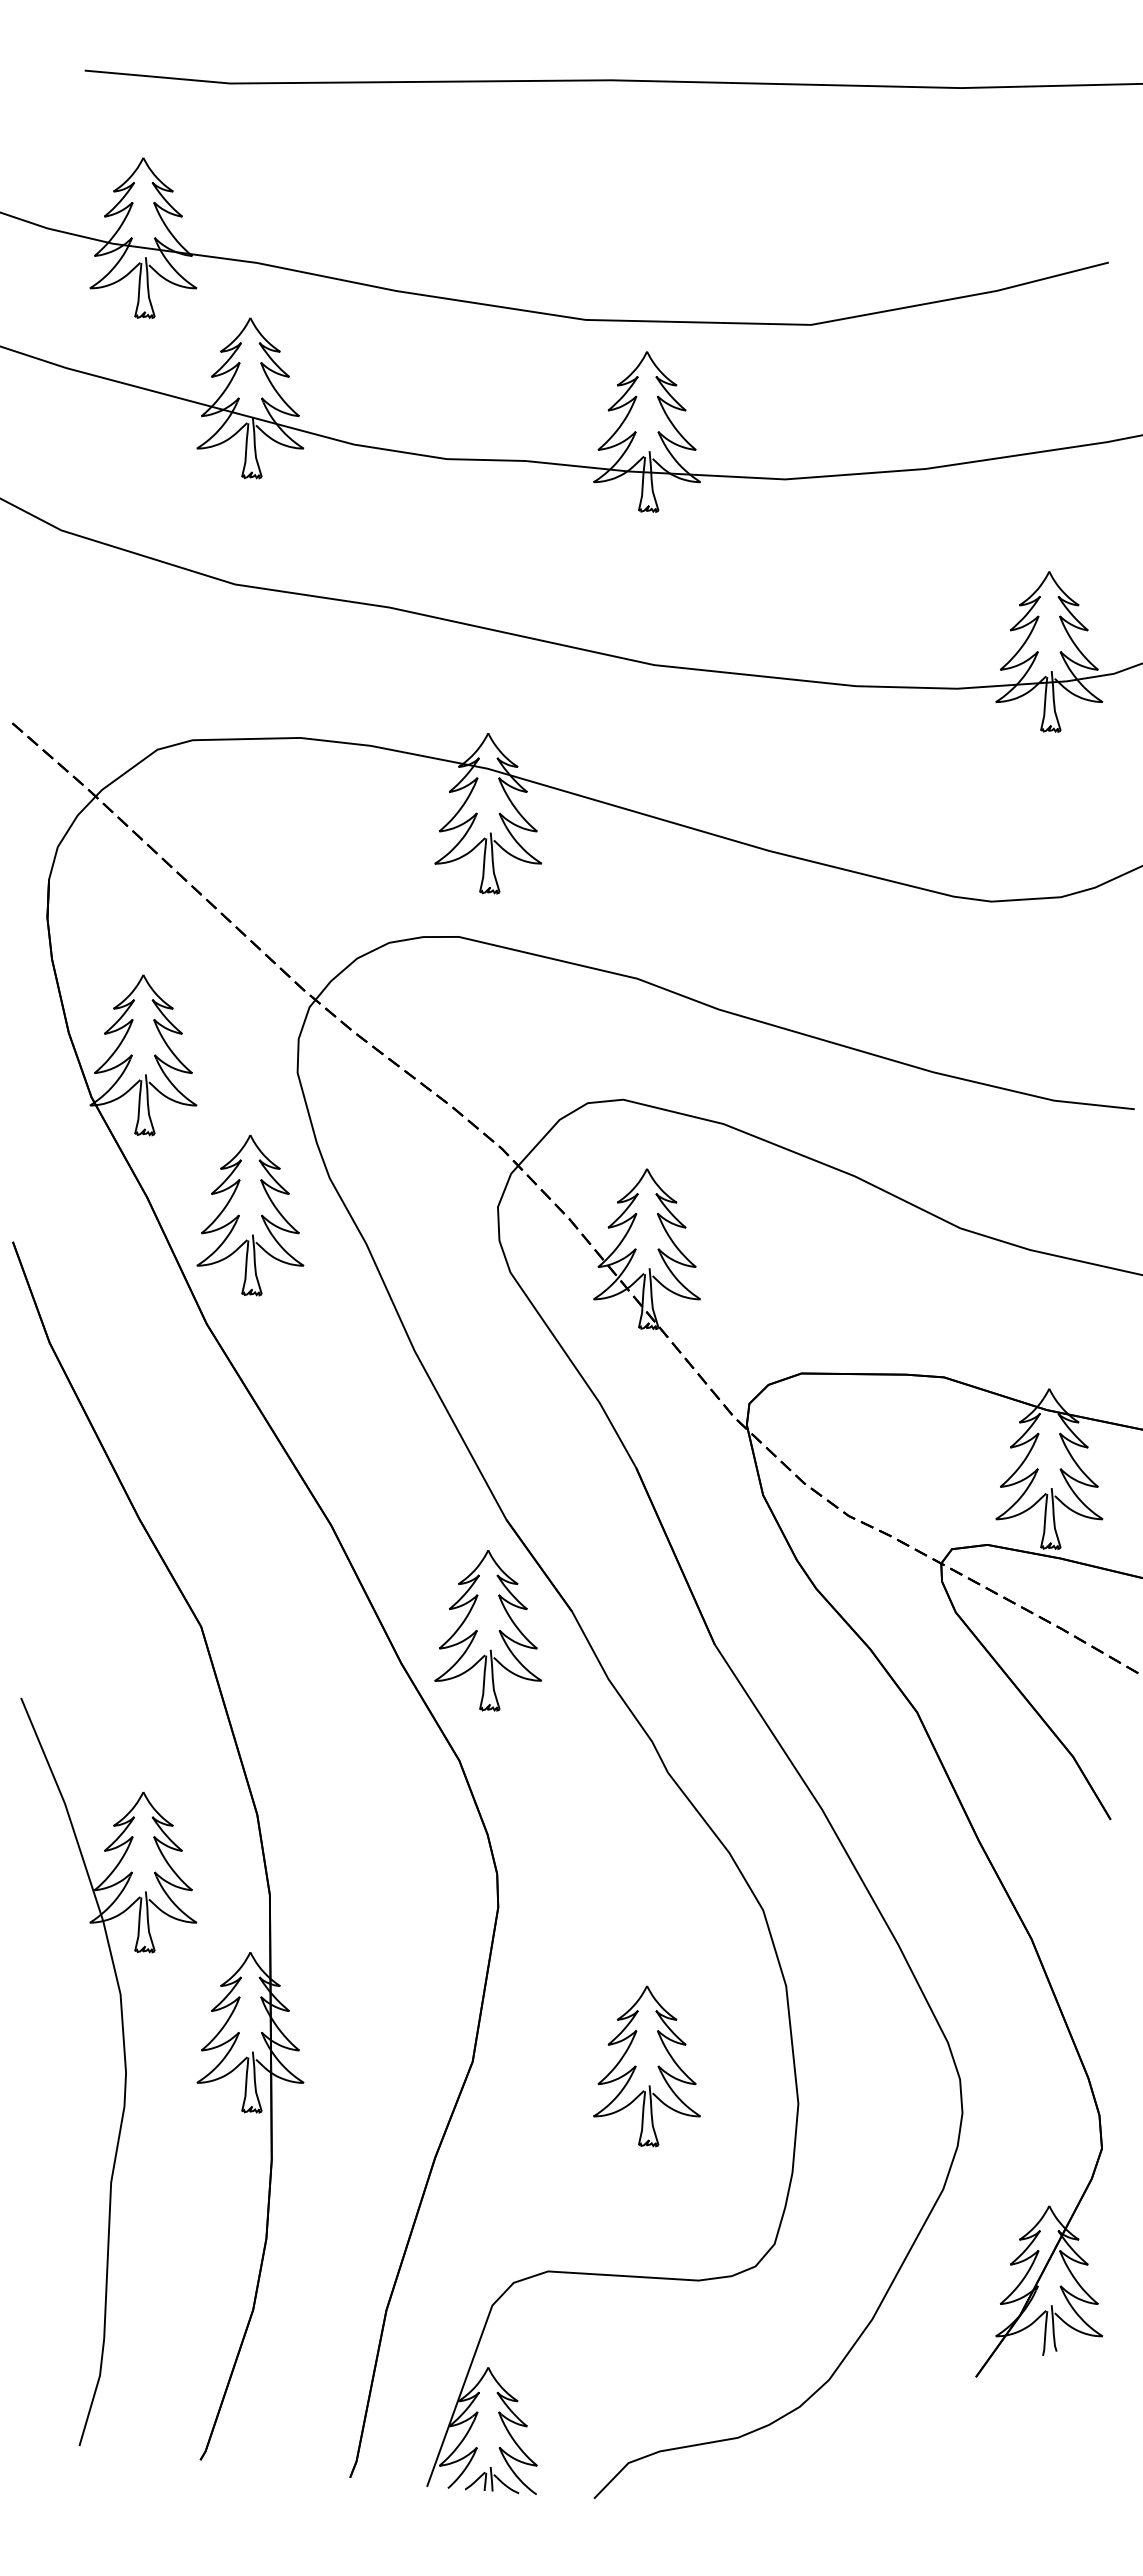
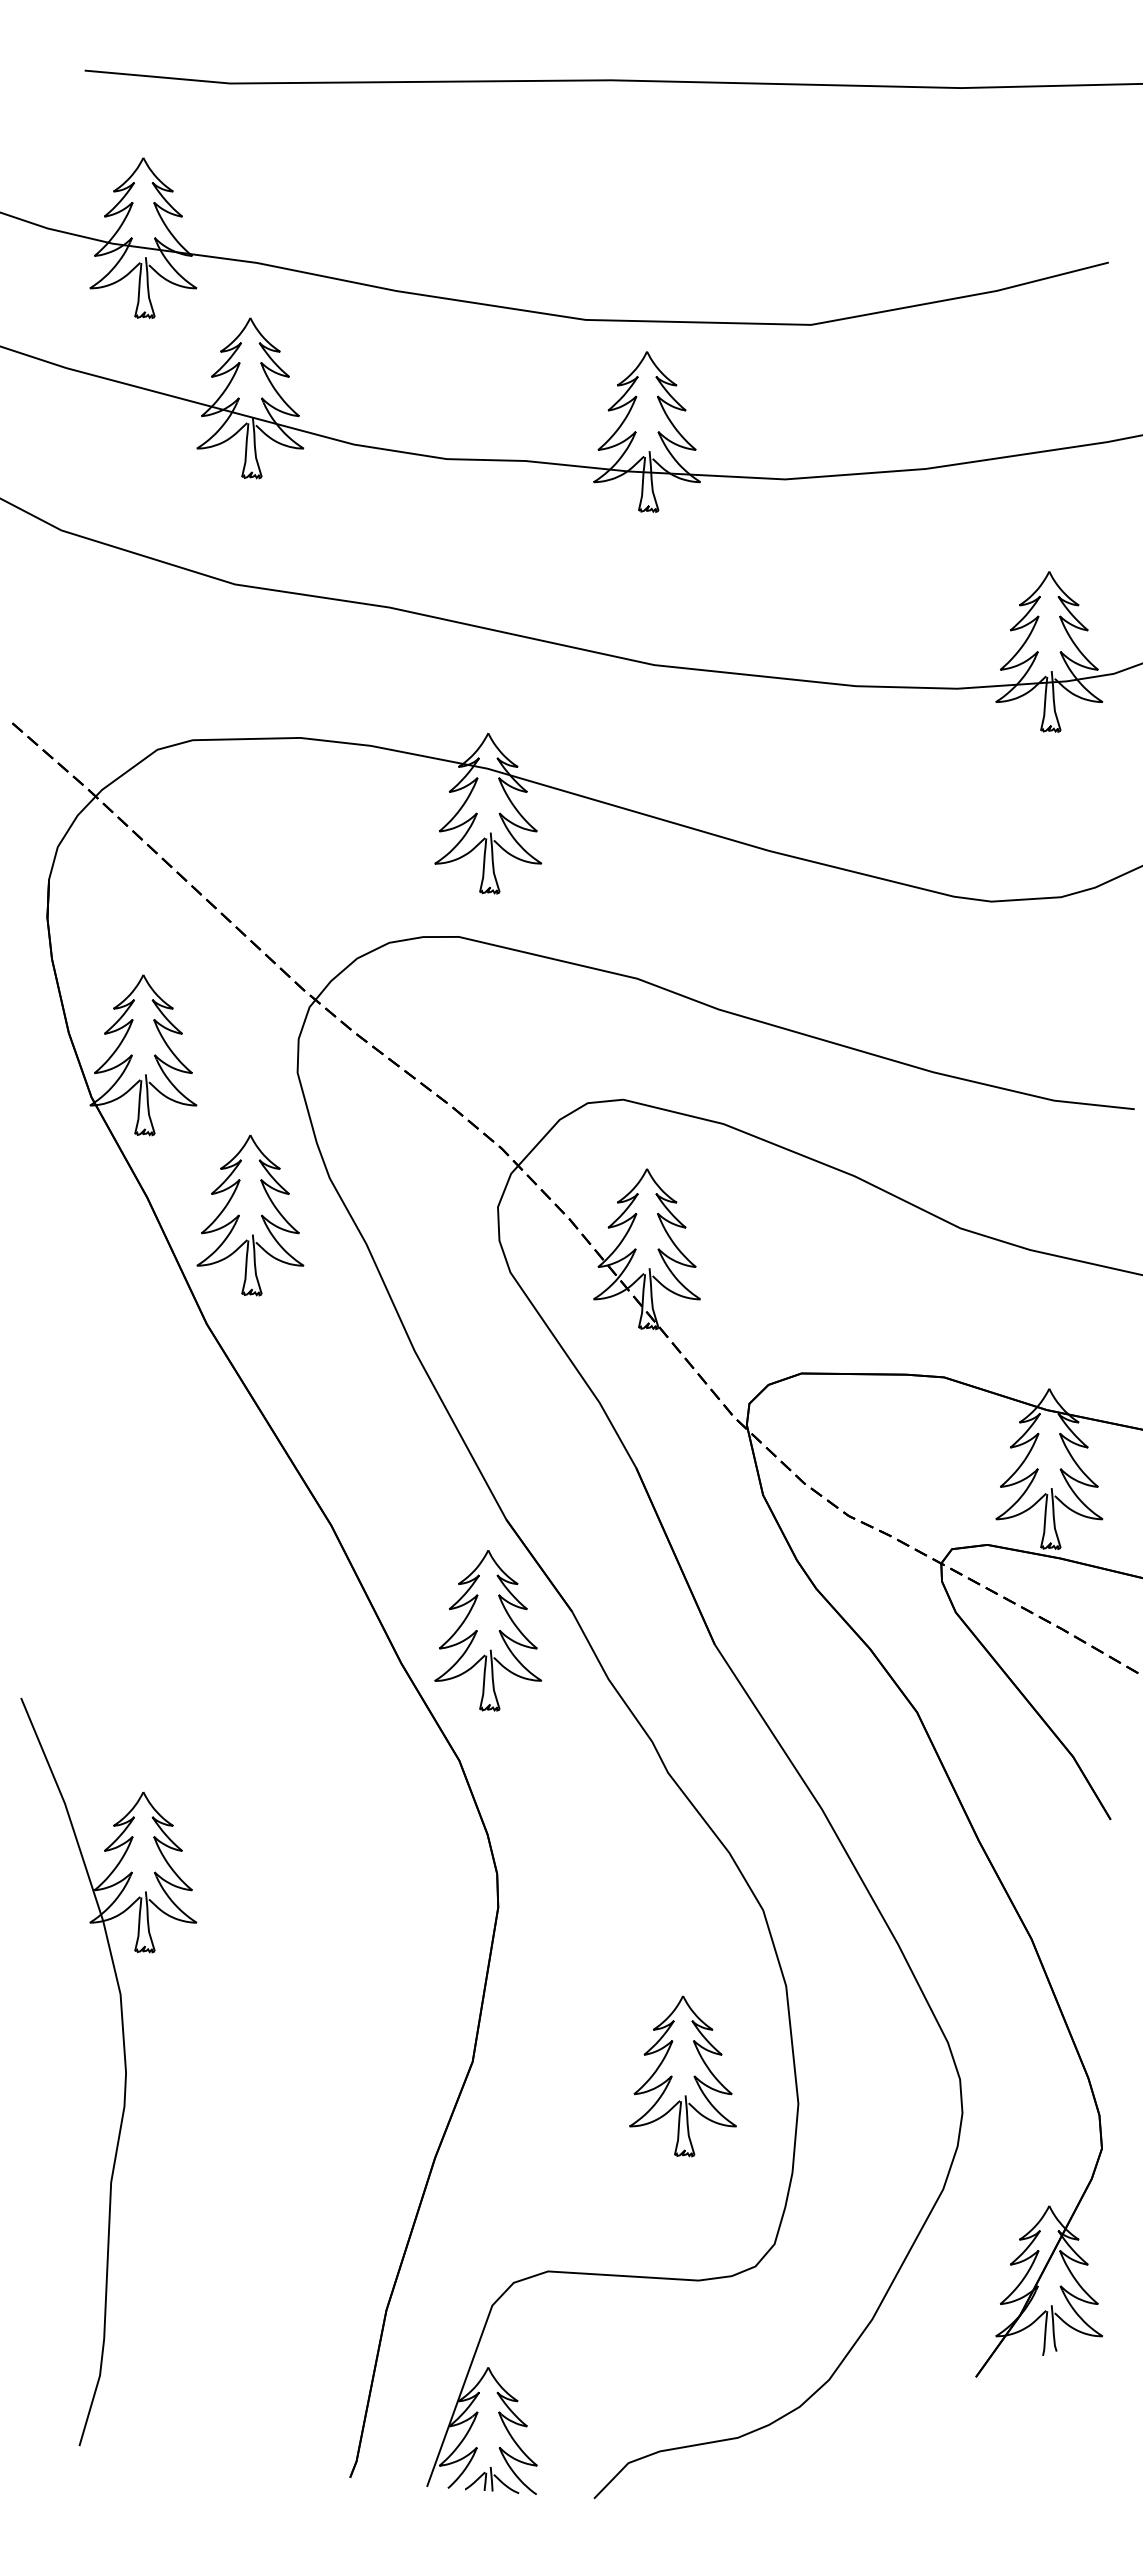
part at (258, 1831): present -> none
part at (646, 2066) position: (646, 2066) -> (682, 2076)
